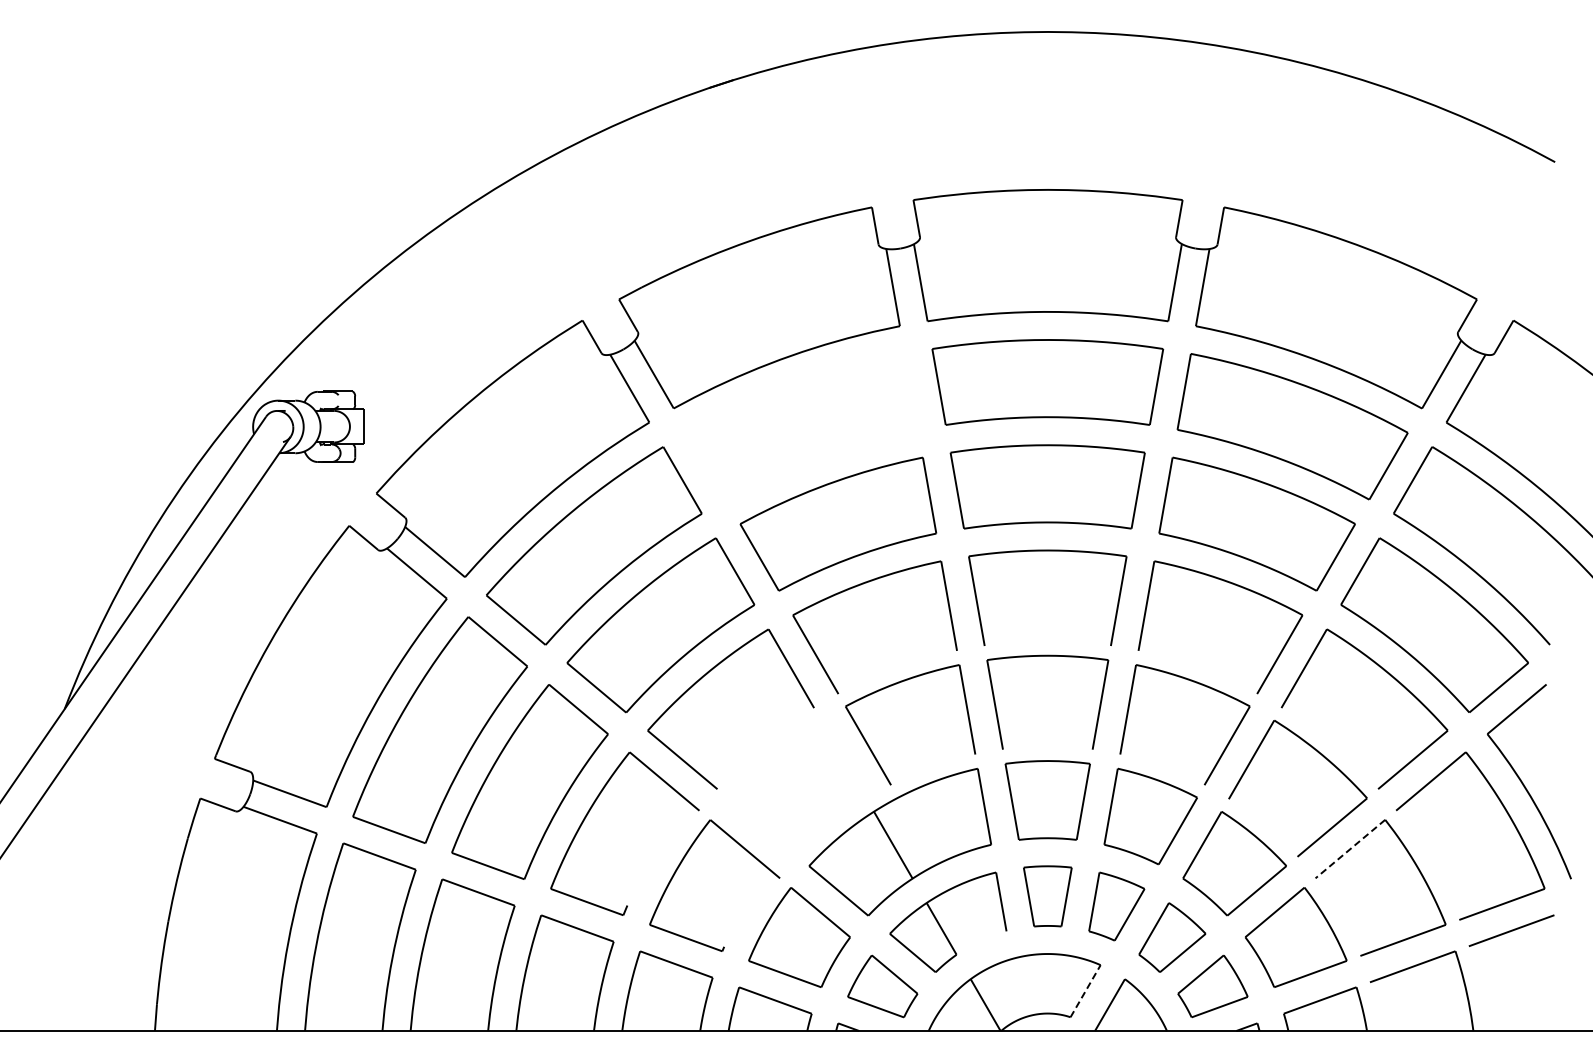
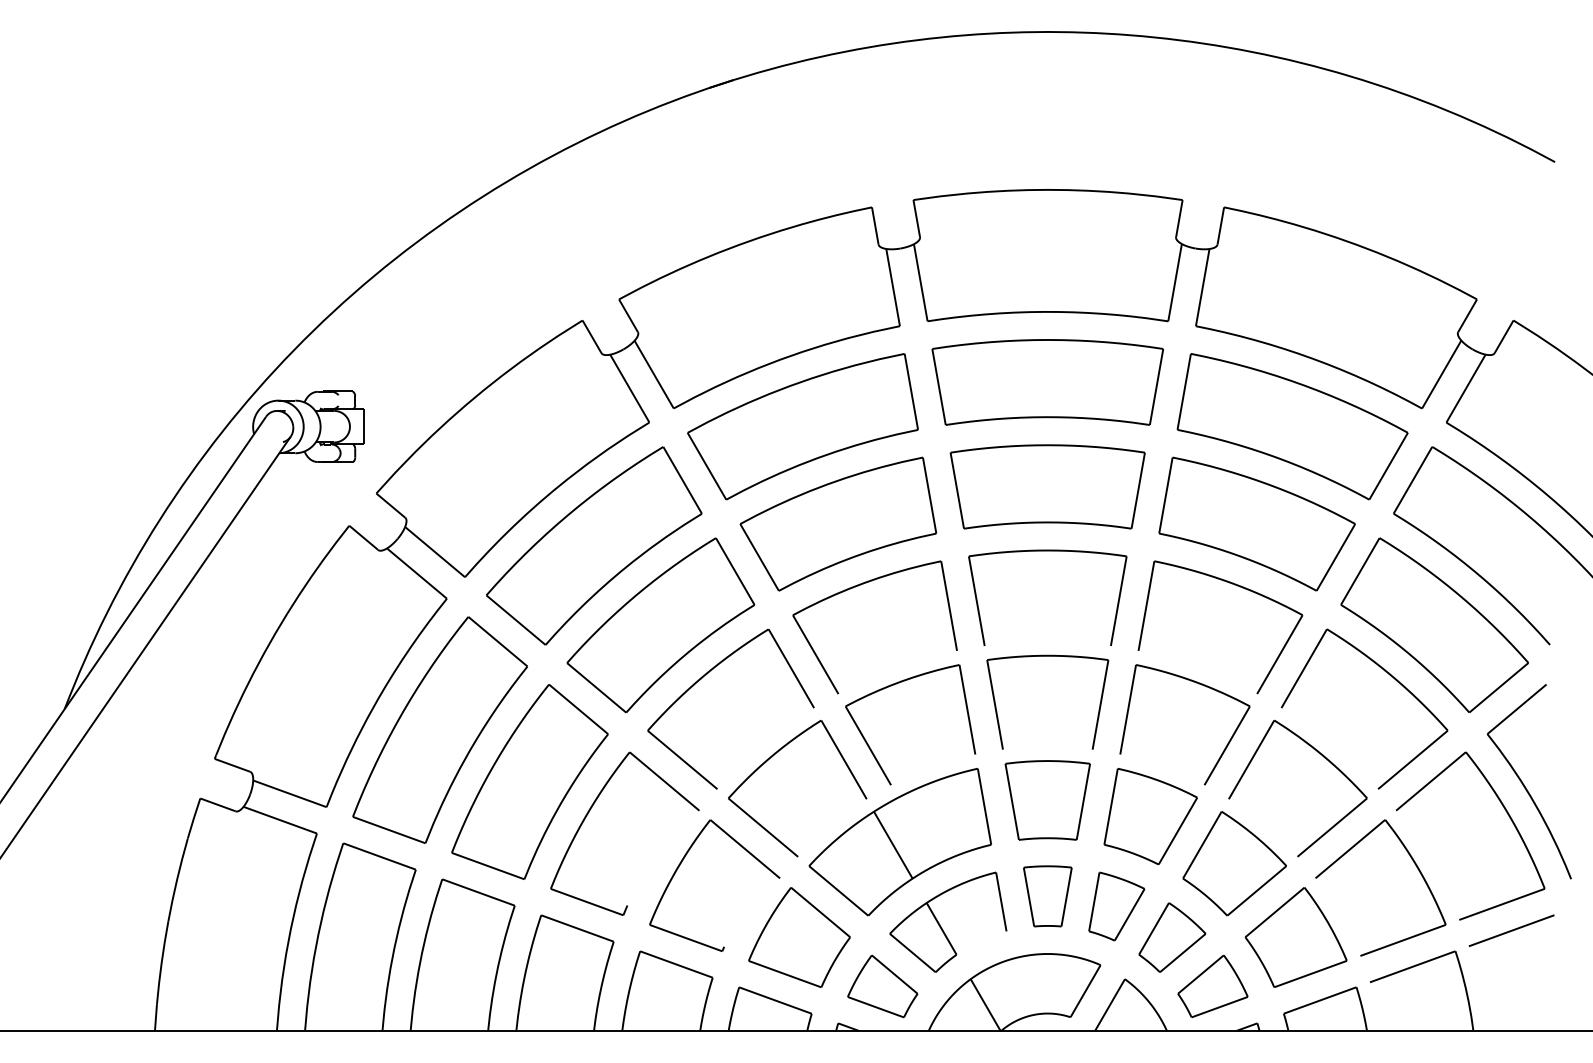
part at (802, 426): none -> present
part at (772, 757): none -> present
line at (1350, 849): dashed -> solid
line at (1085, 990): dashed -> solid
